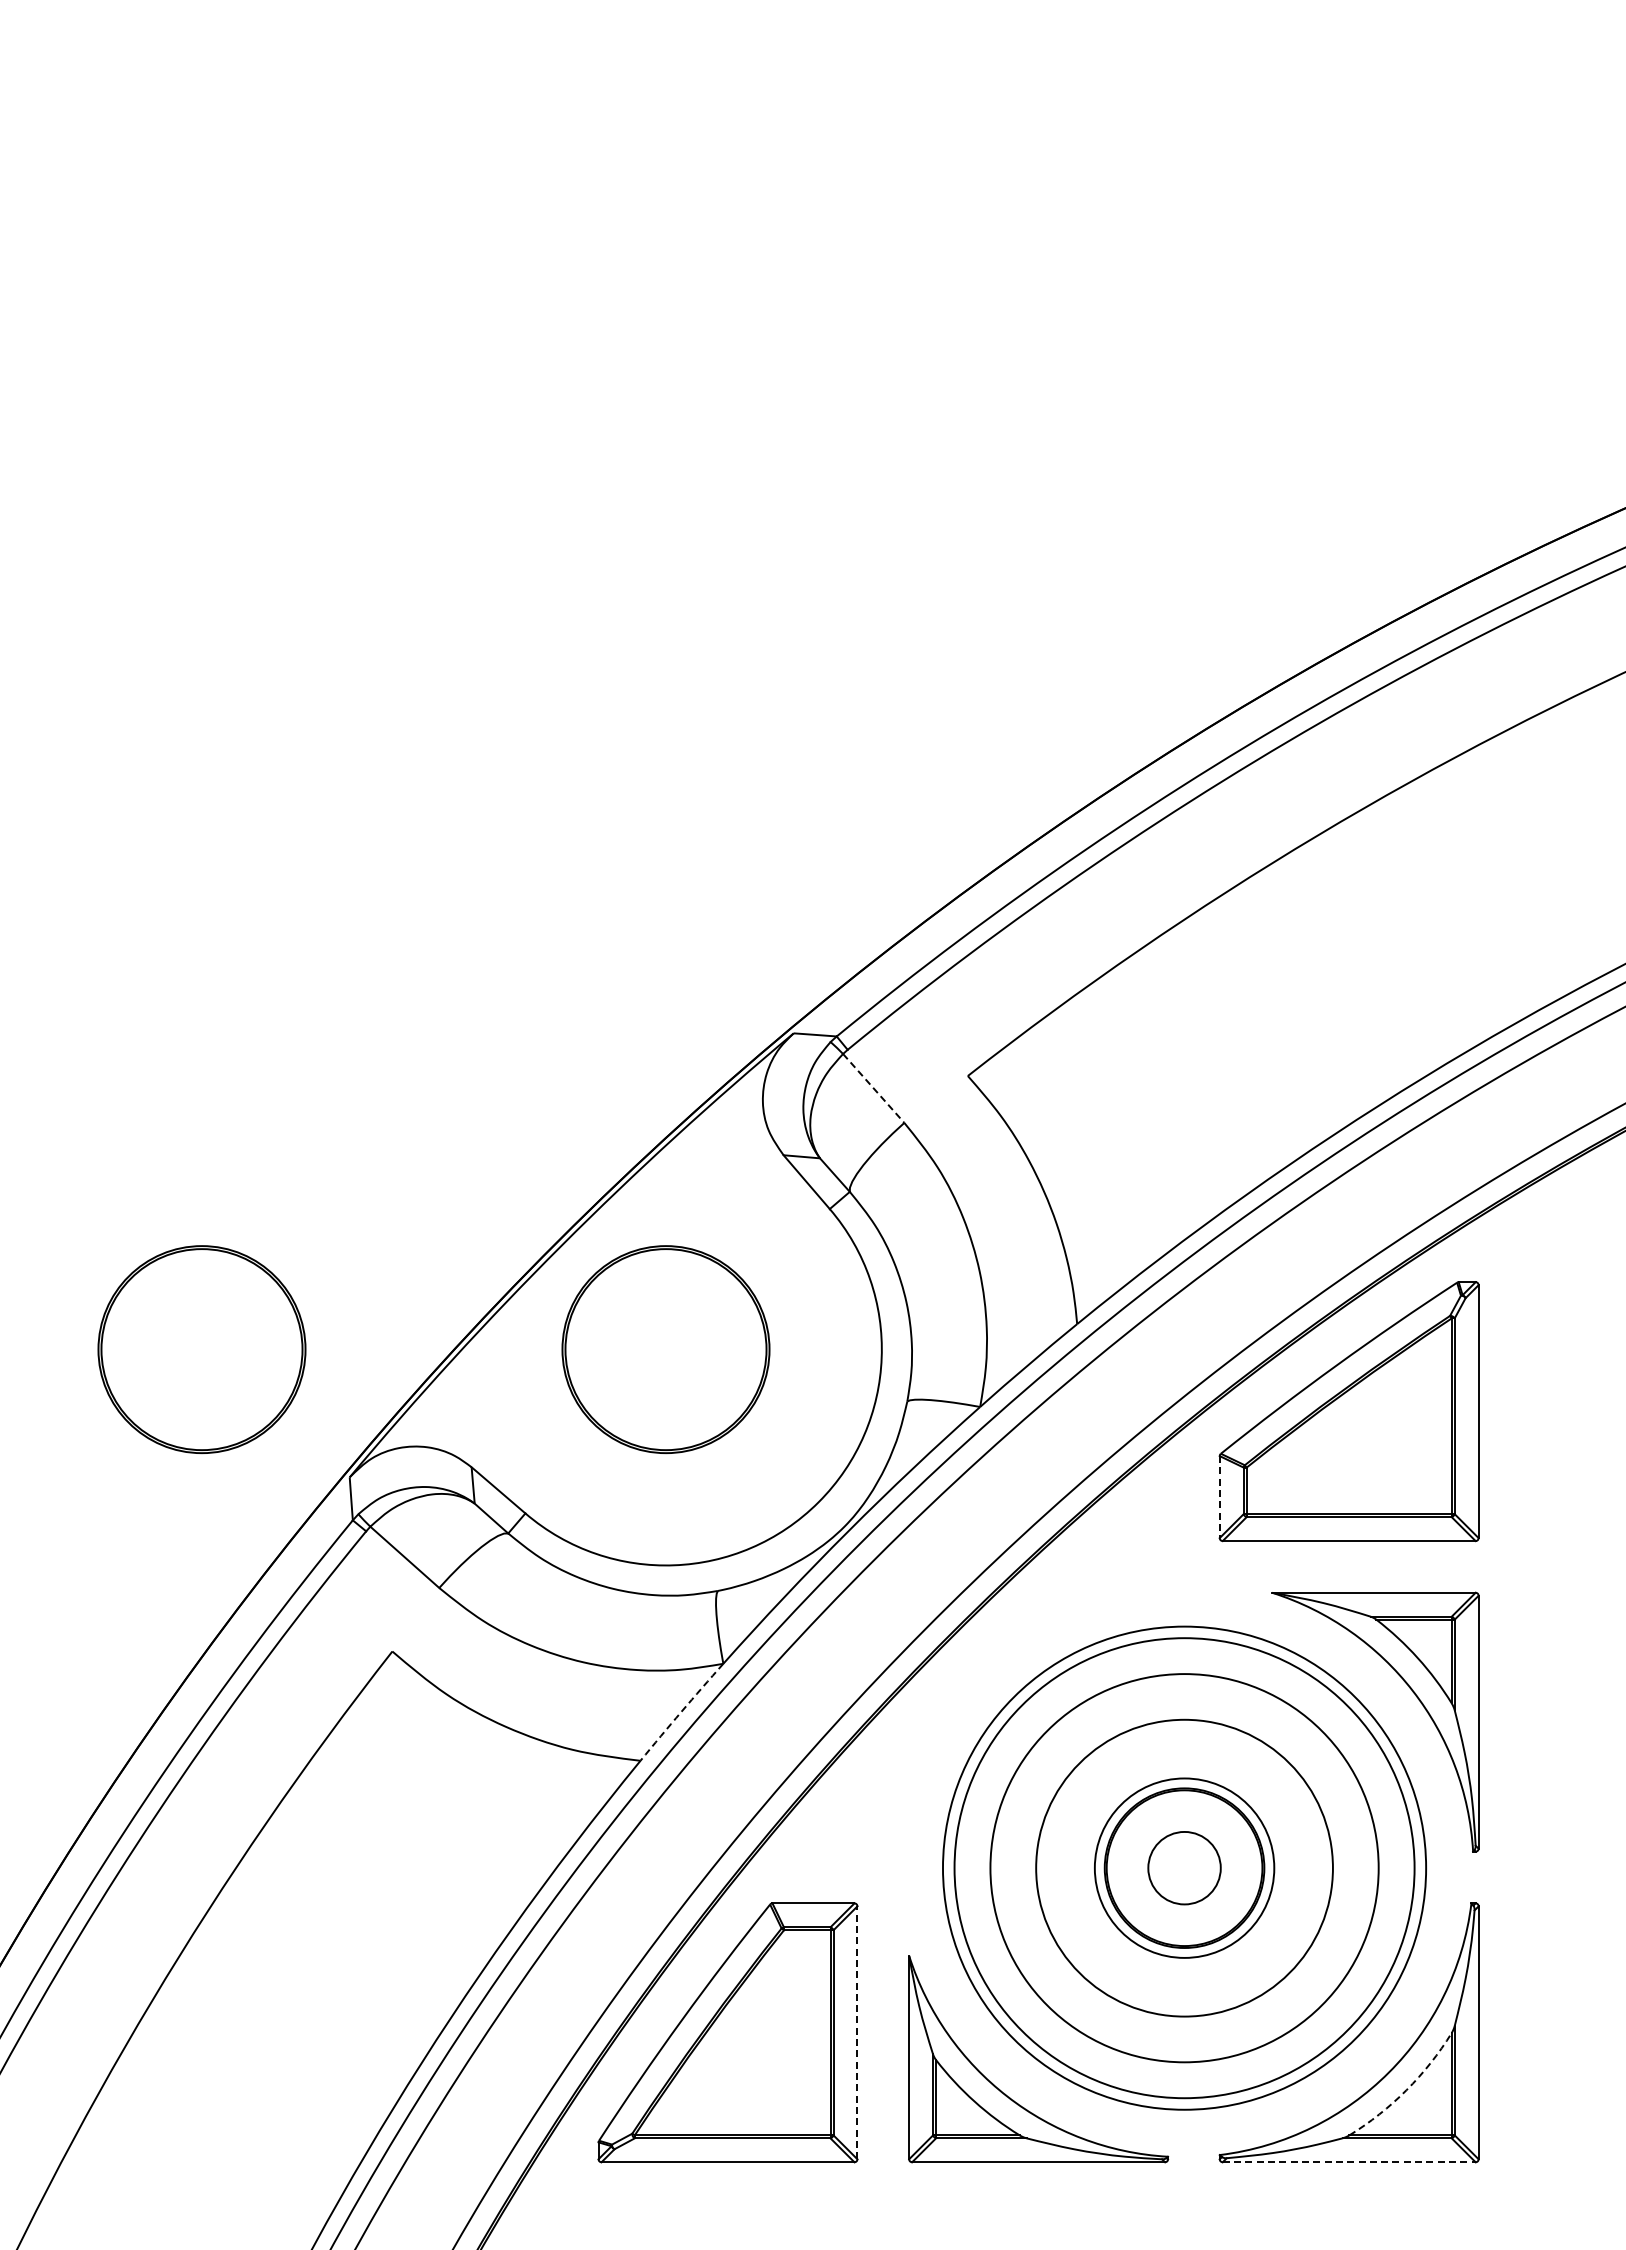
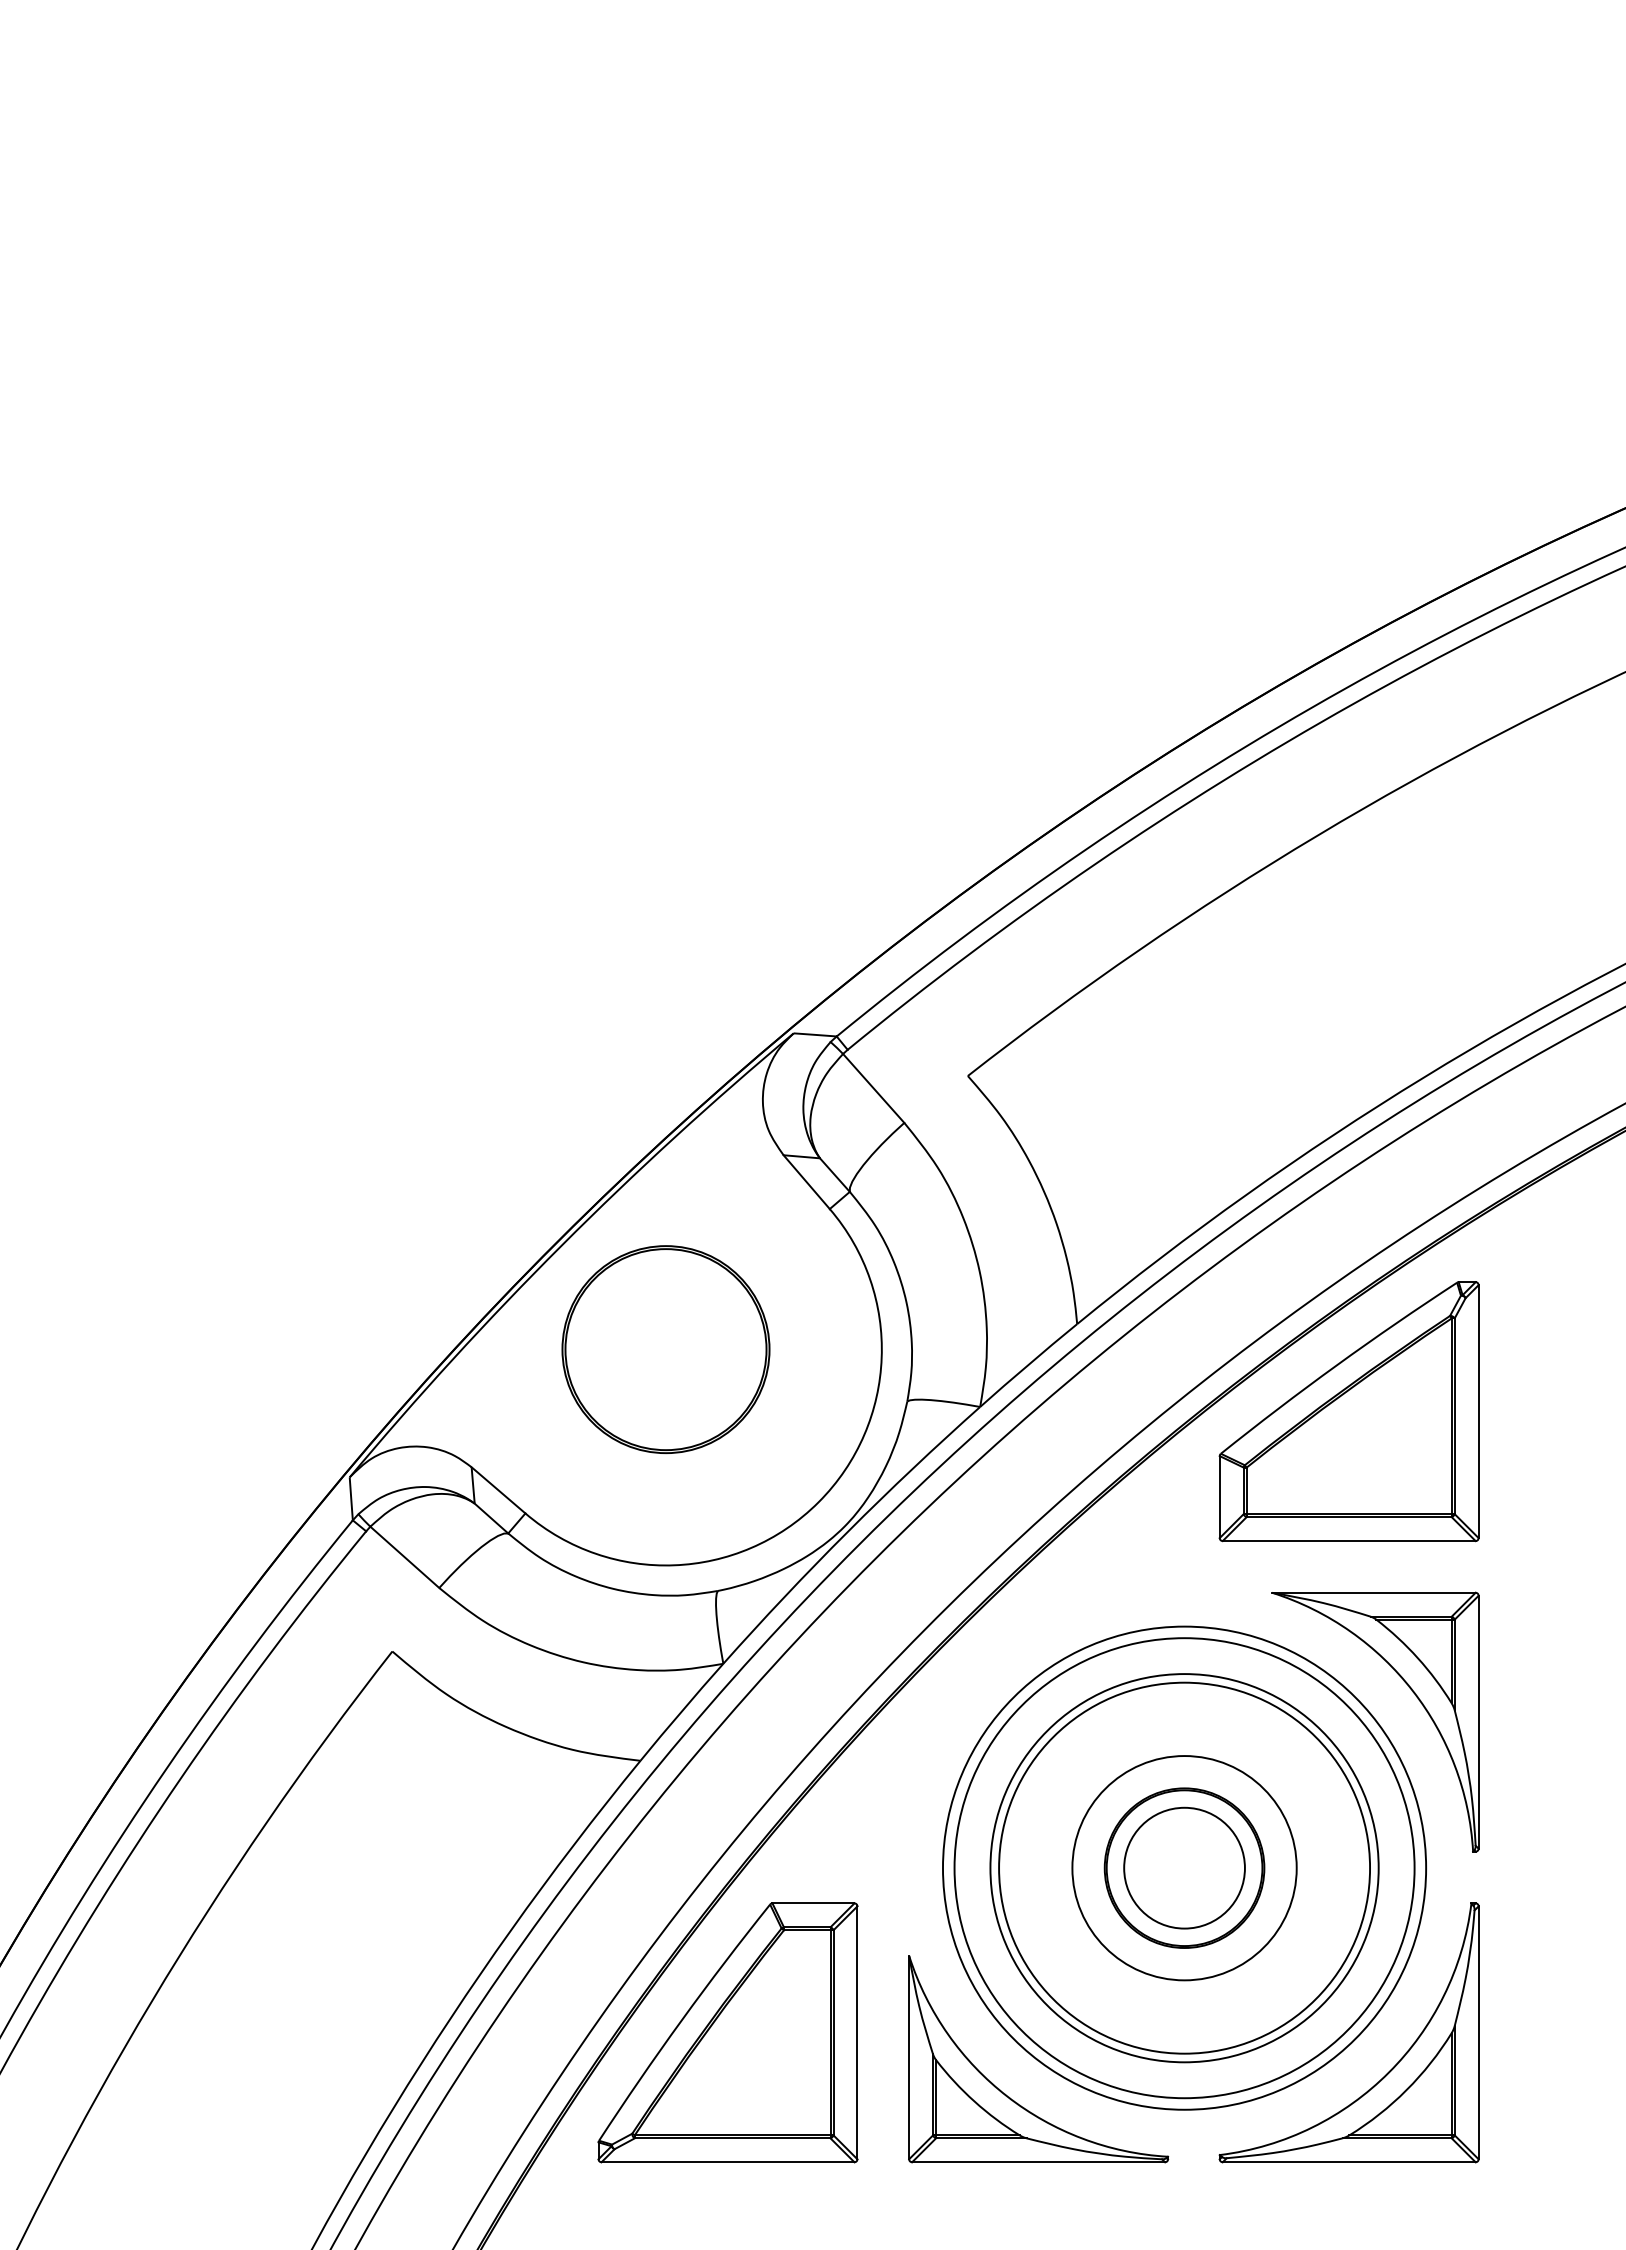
line at (874, 1088): dashed -> solid
part at (201, 1349): present -> none
line at (1219, 1497): dashed -> solid
arc at (681, 1711): dashed -> solid
circle at (1184, 1867) diameter: 179 px -> 224 px
circle at (1184, 1867) diameter: 297 px -> 371 px
circle at (1184, 1867) diameter: 72 px -> 121 px
line at (857, 2032): dashed -> solid
arc at (1406, 2090): dashed -> solid
line at (1349, 2162): dashed -> solid
